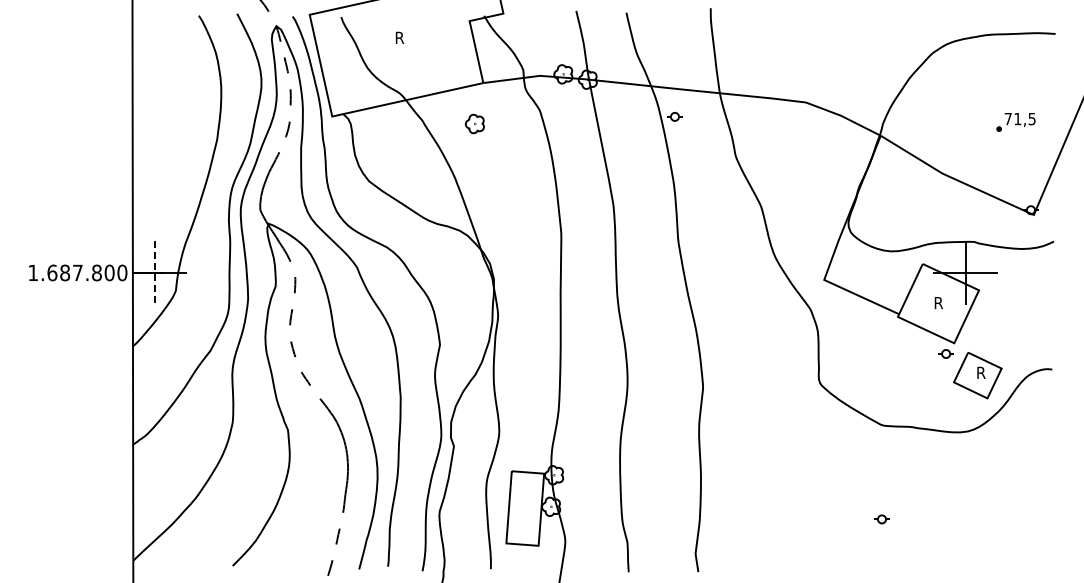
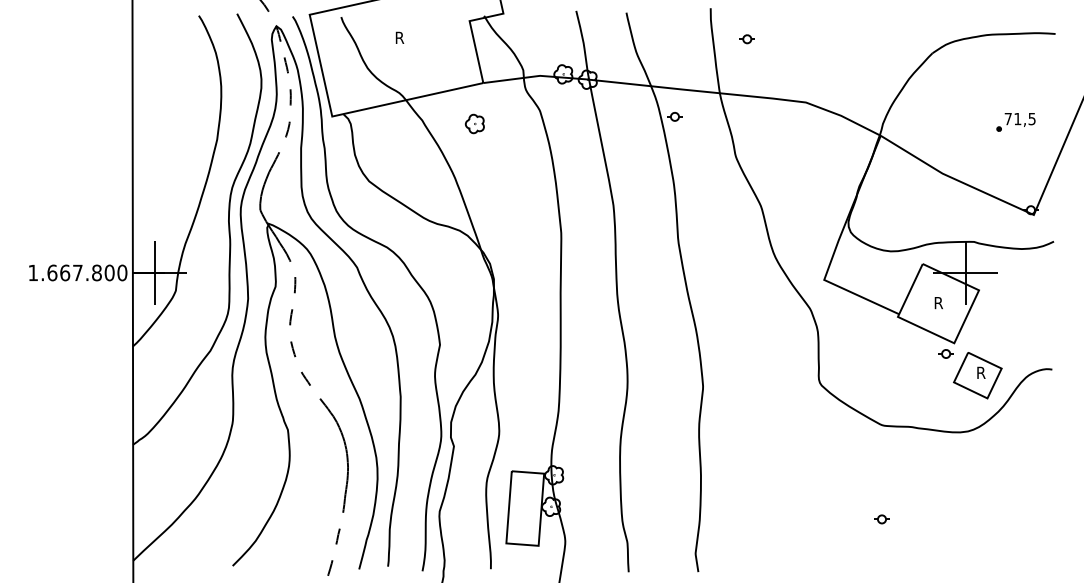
part at (746, 39): none -> present
text at (65, 272): 1.687.800 -> 1.667.800
line at (155, 273): dashed -> solid
